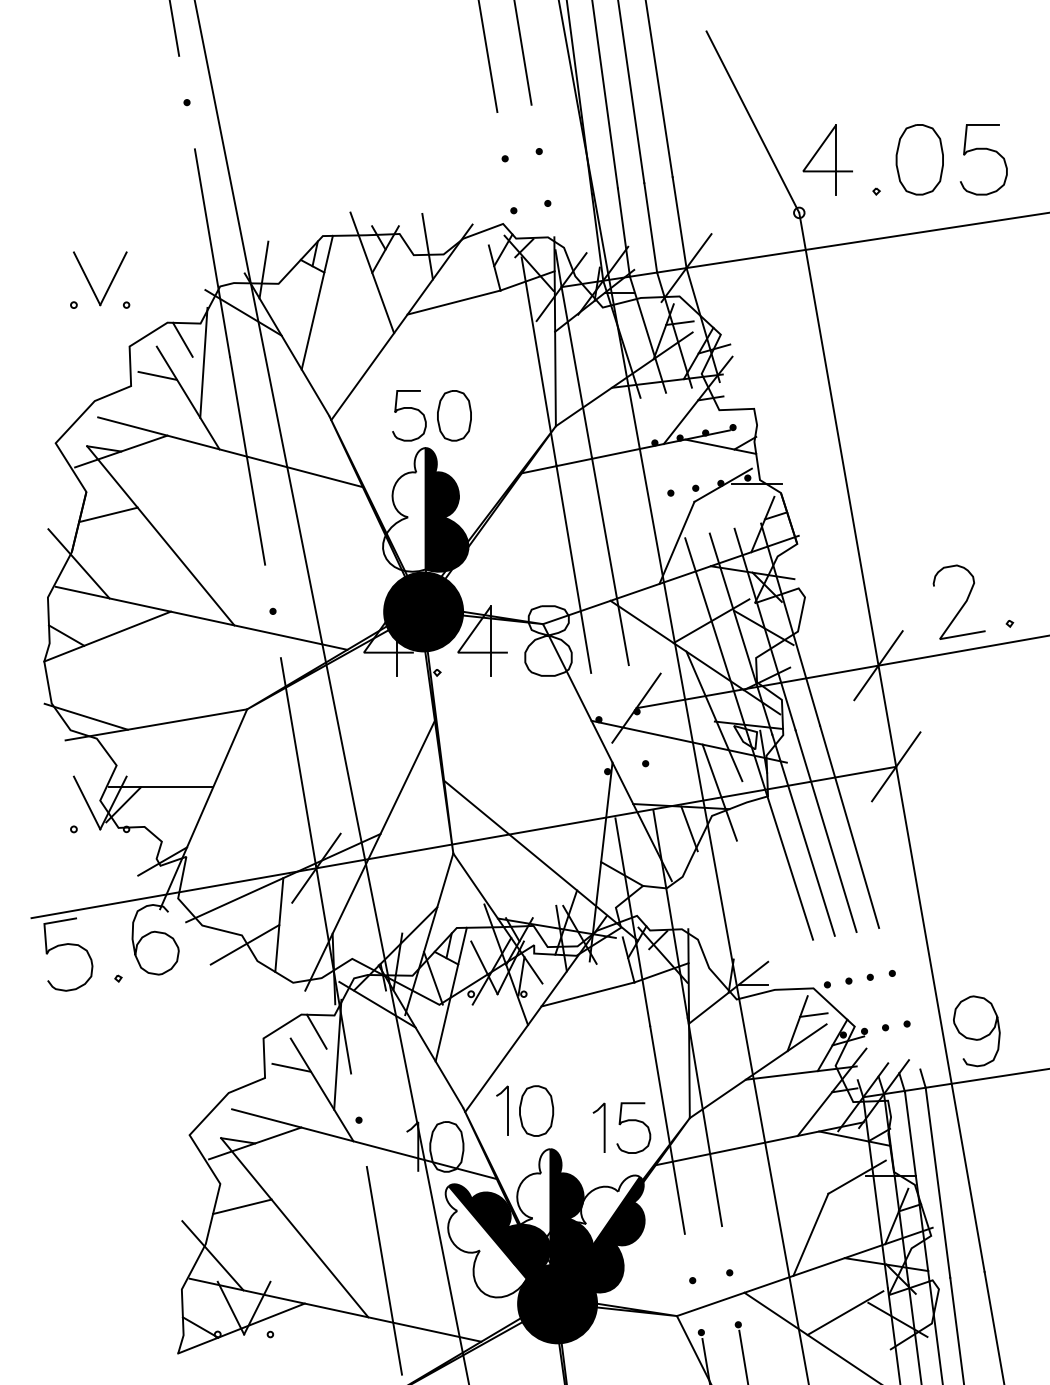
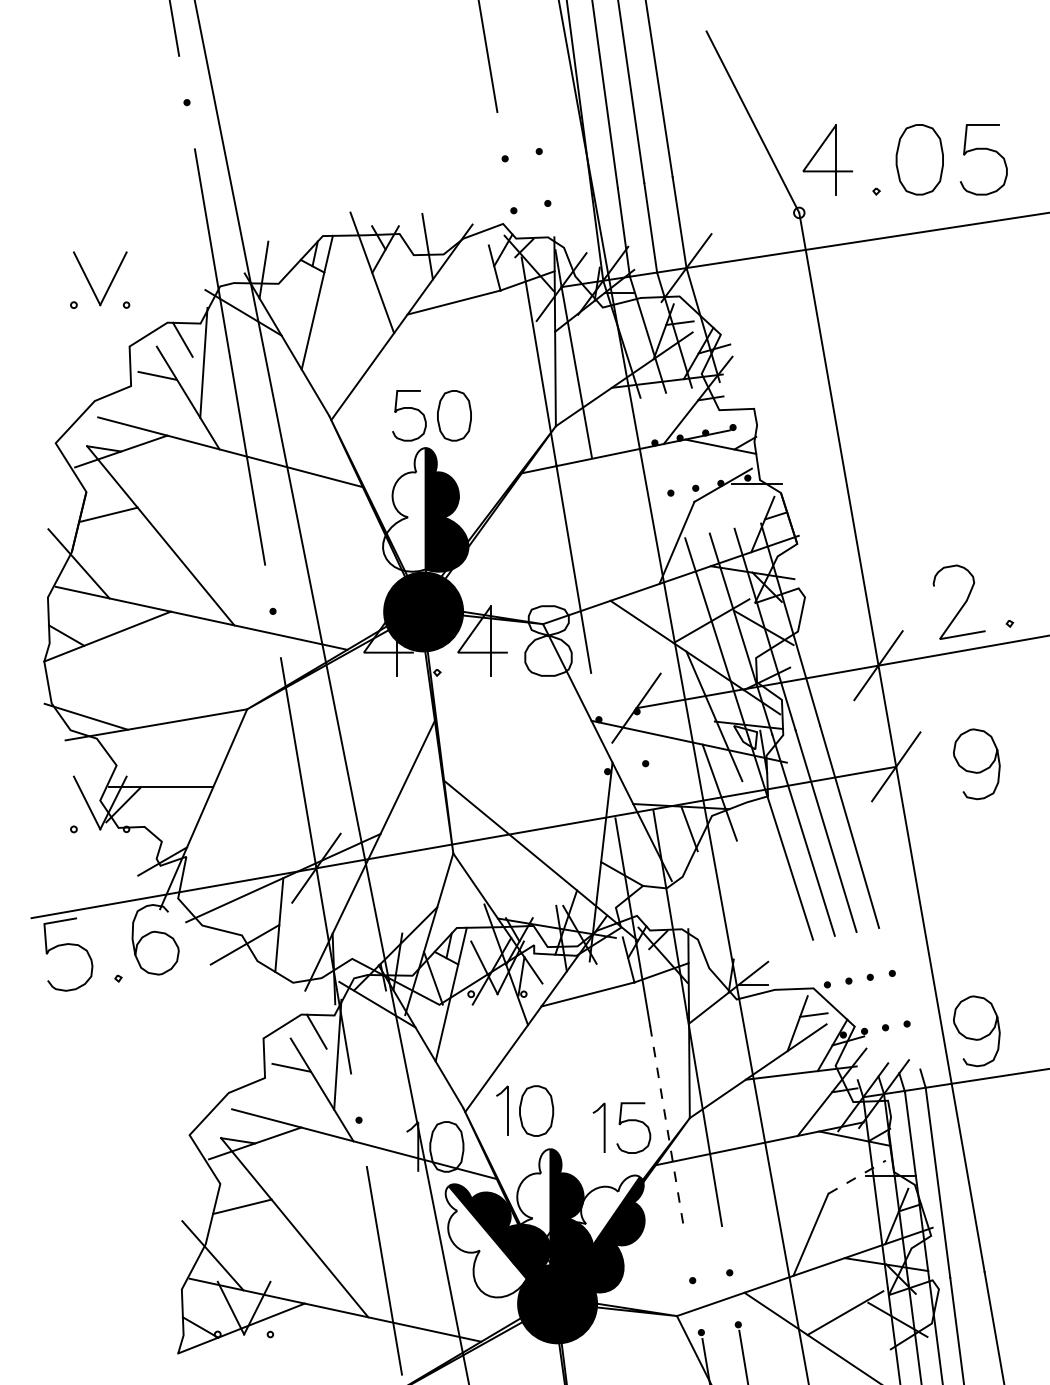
line at (522, 53): present -> none
line at (609, 561): present -> none
curve at (976, 771): none -> present
line at (667, 1130): solid -> dashed
line at (857, 1176): solid -> dashed
